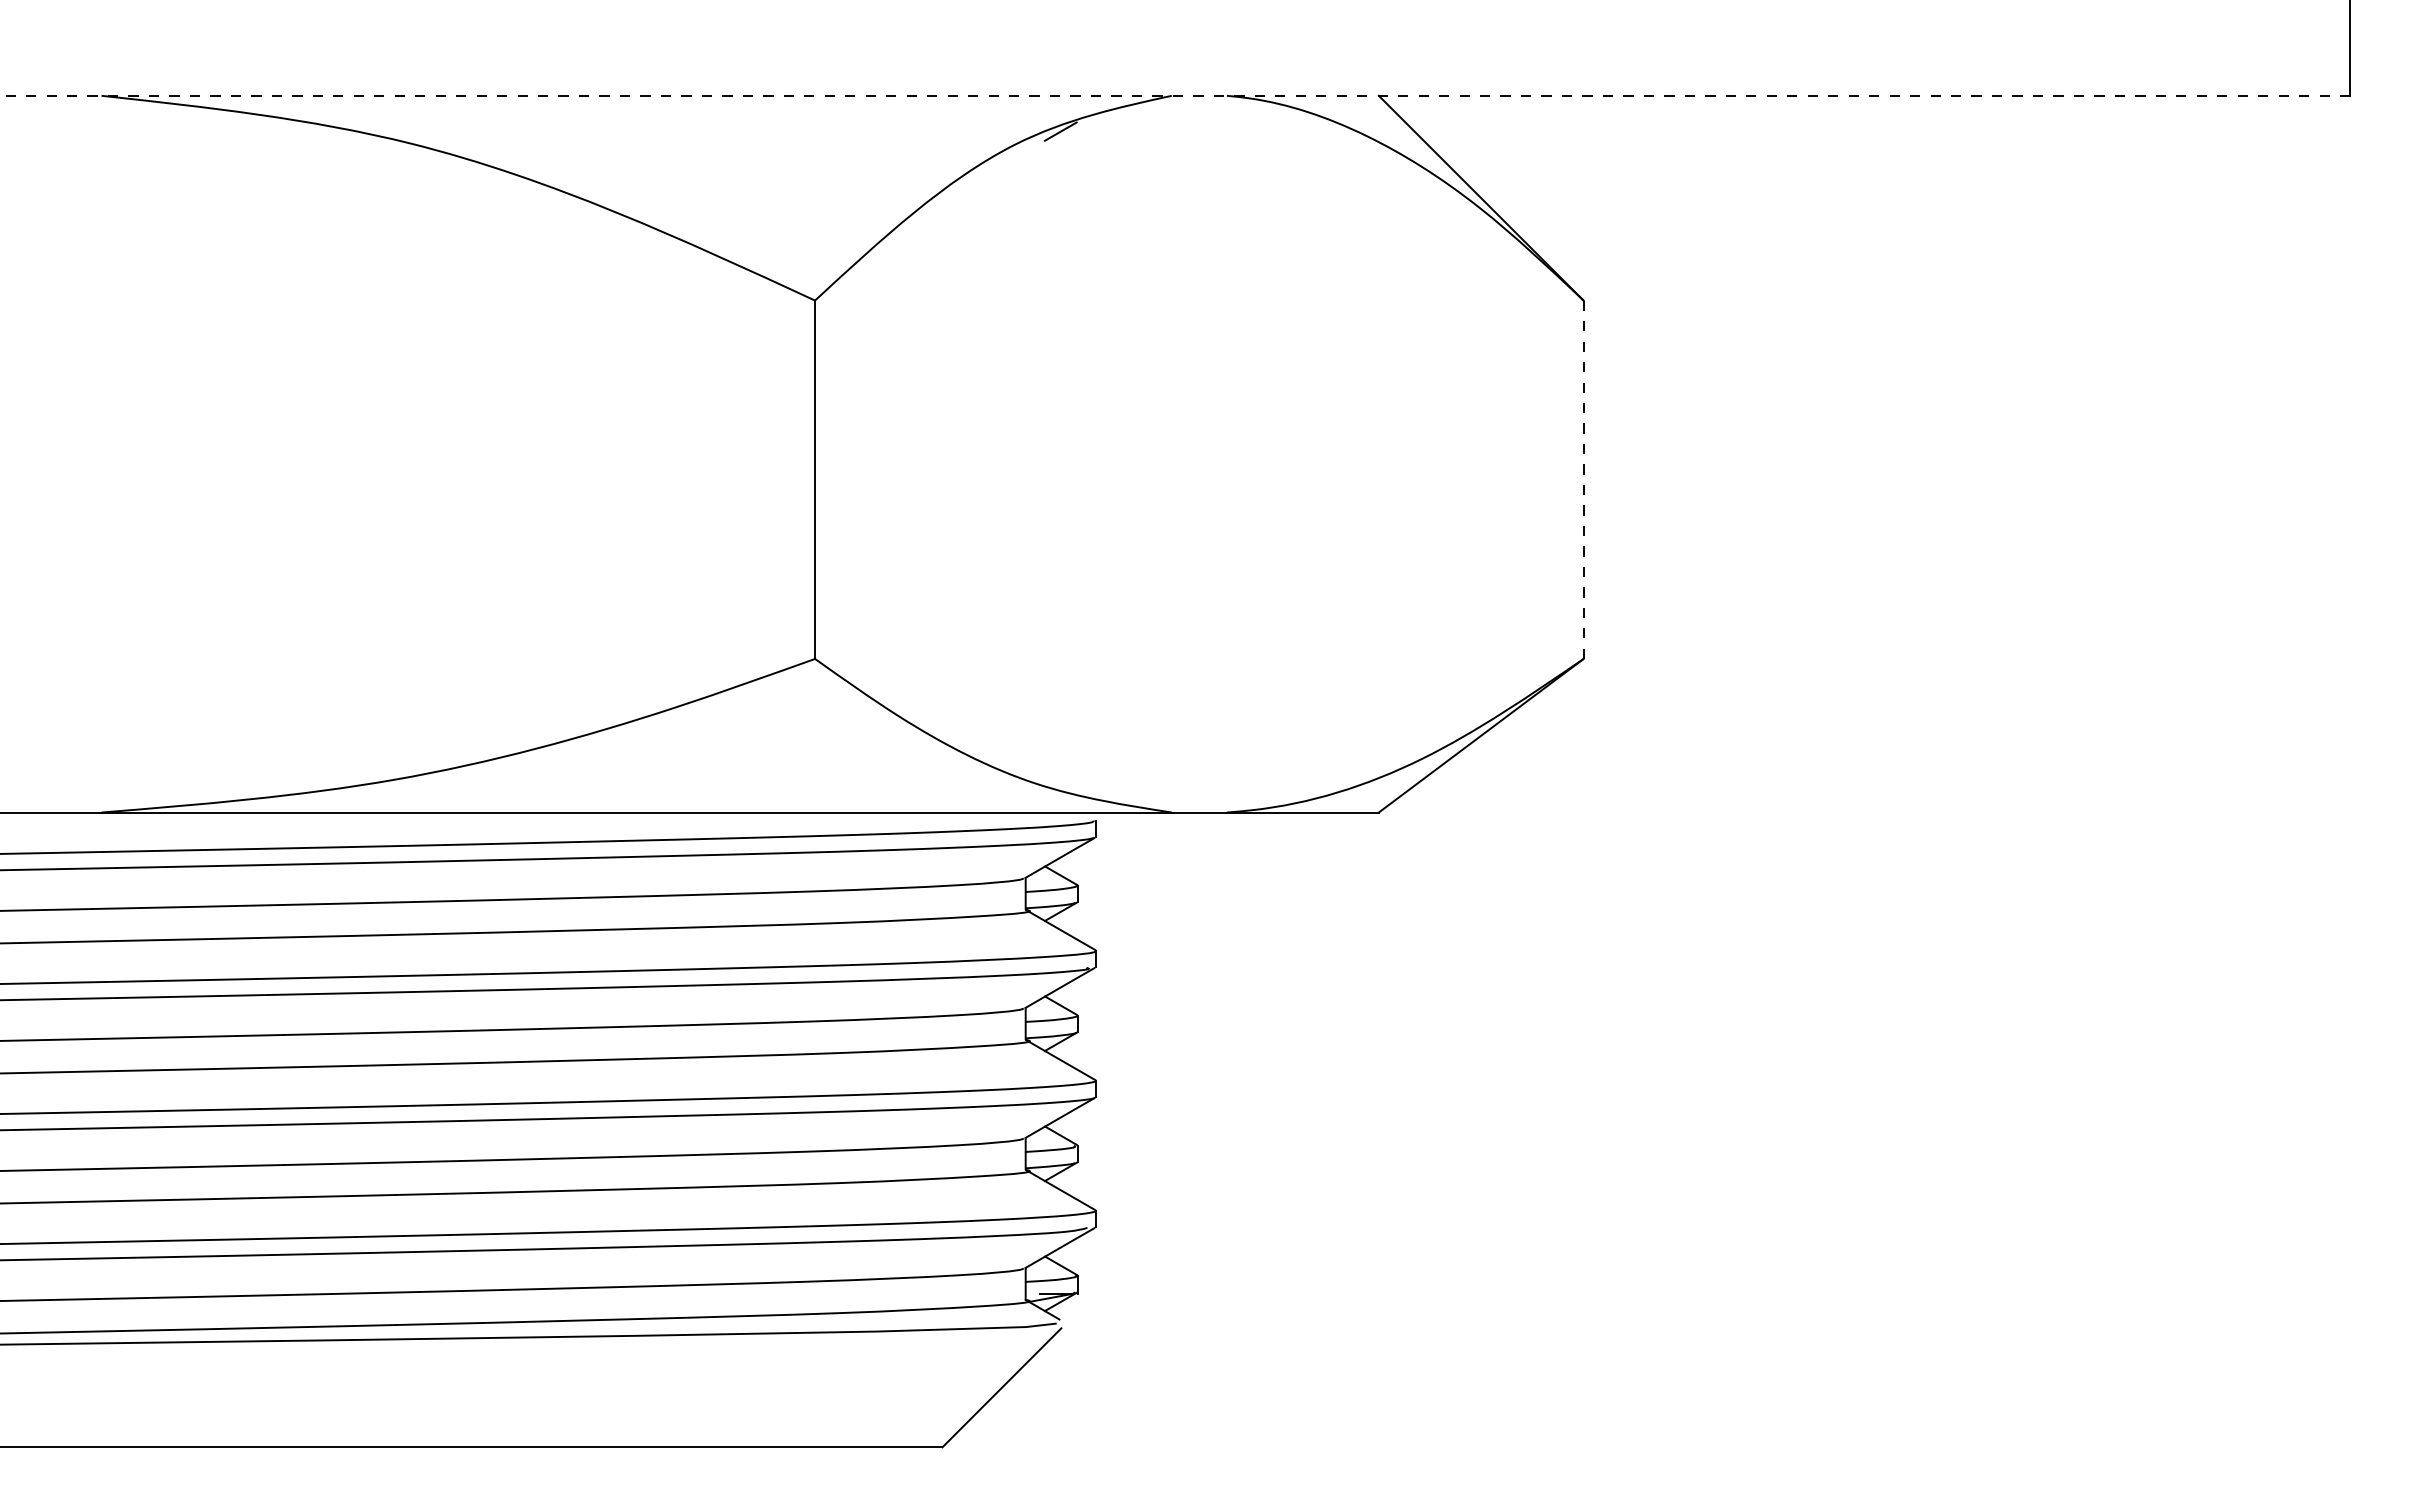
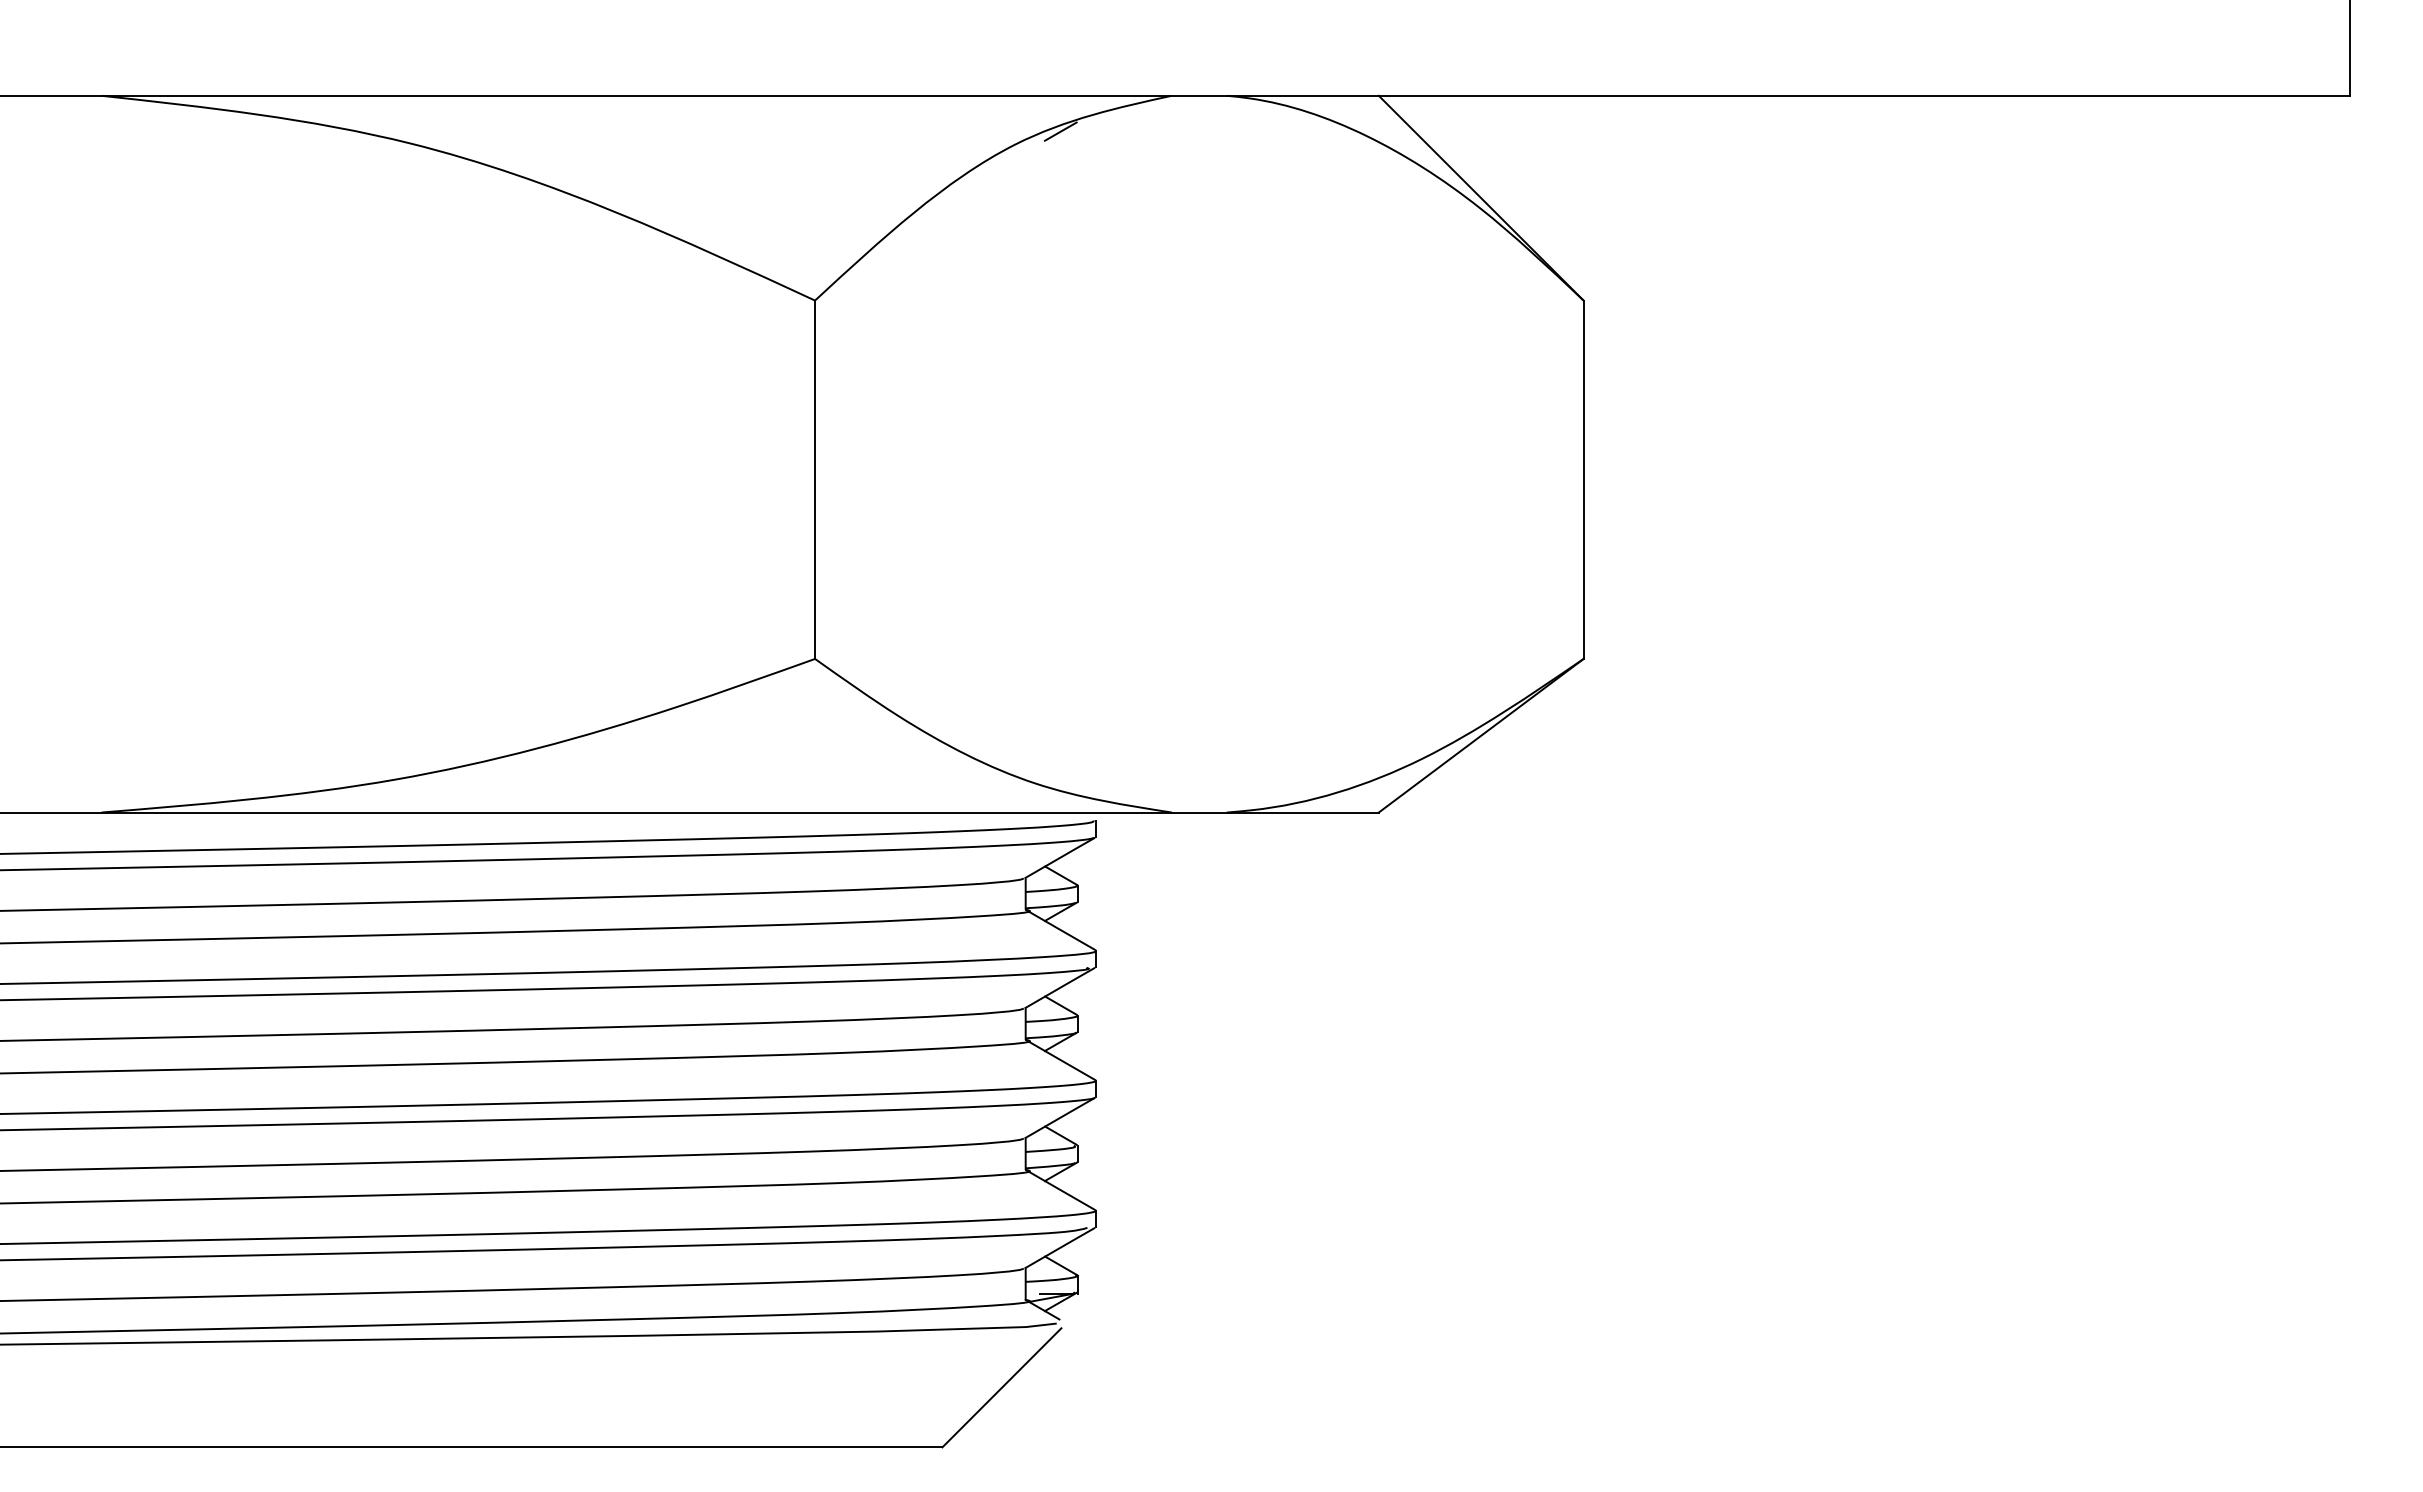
line at (1175, 95): dashed -> solid
line at (1583, 480): dashed -> solid
